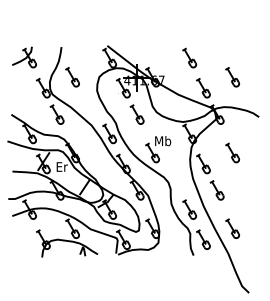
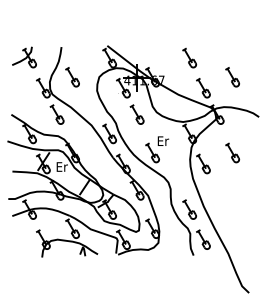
text at (163, 141): Mb -> Er
part at (216, 190): present -> none
part at (232, 228): present -> none
